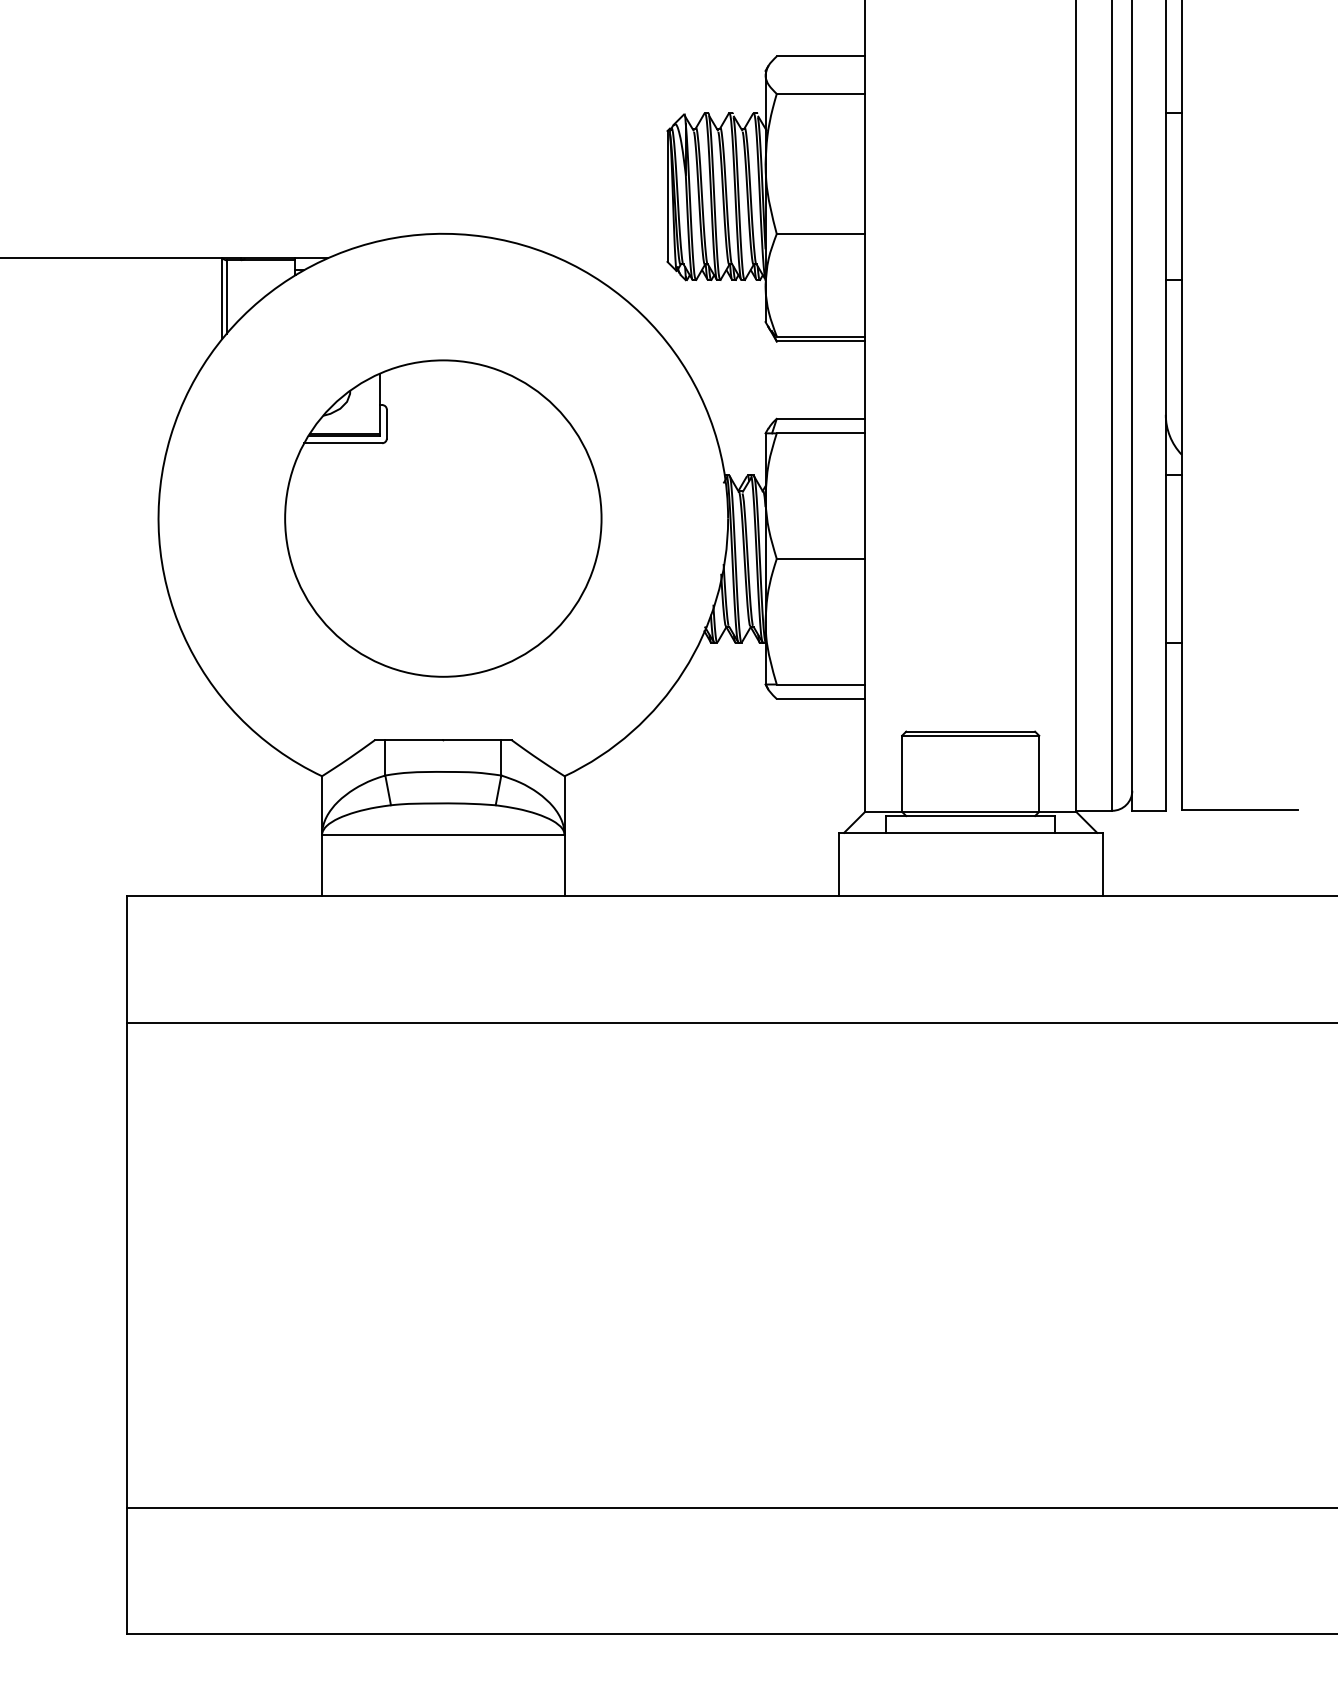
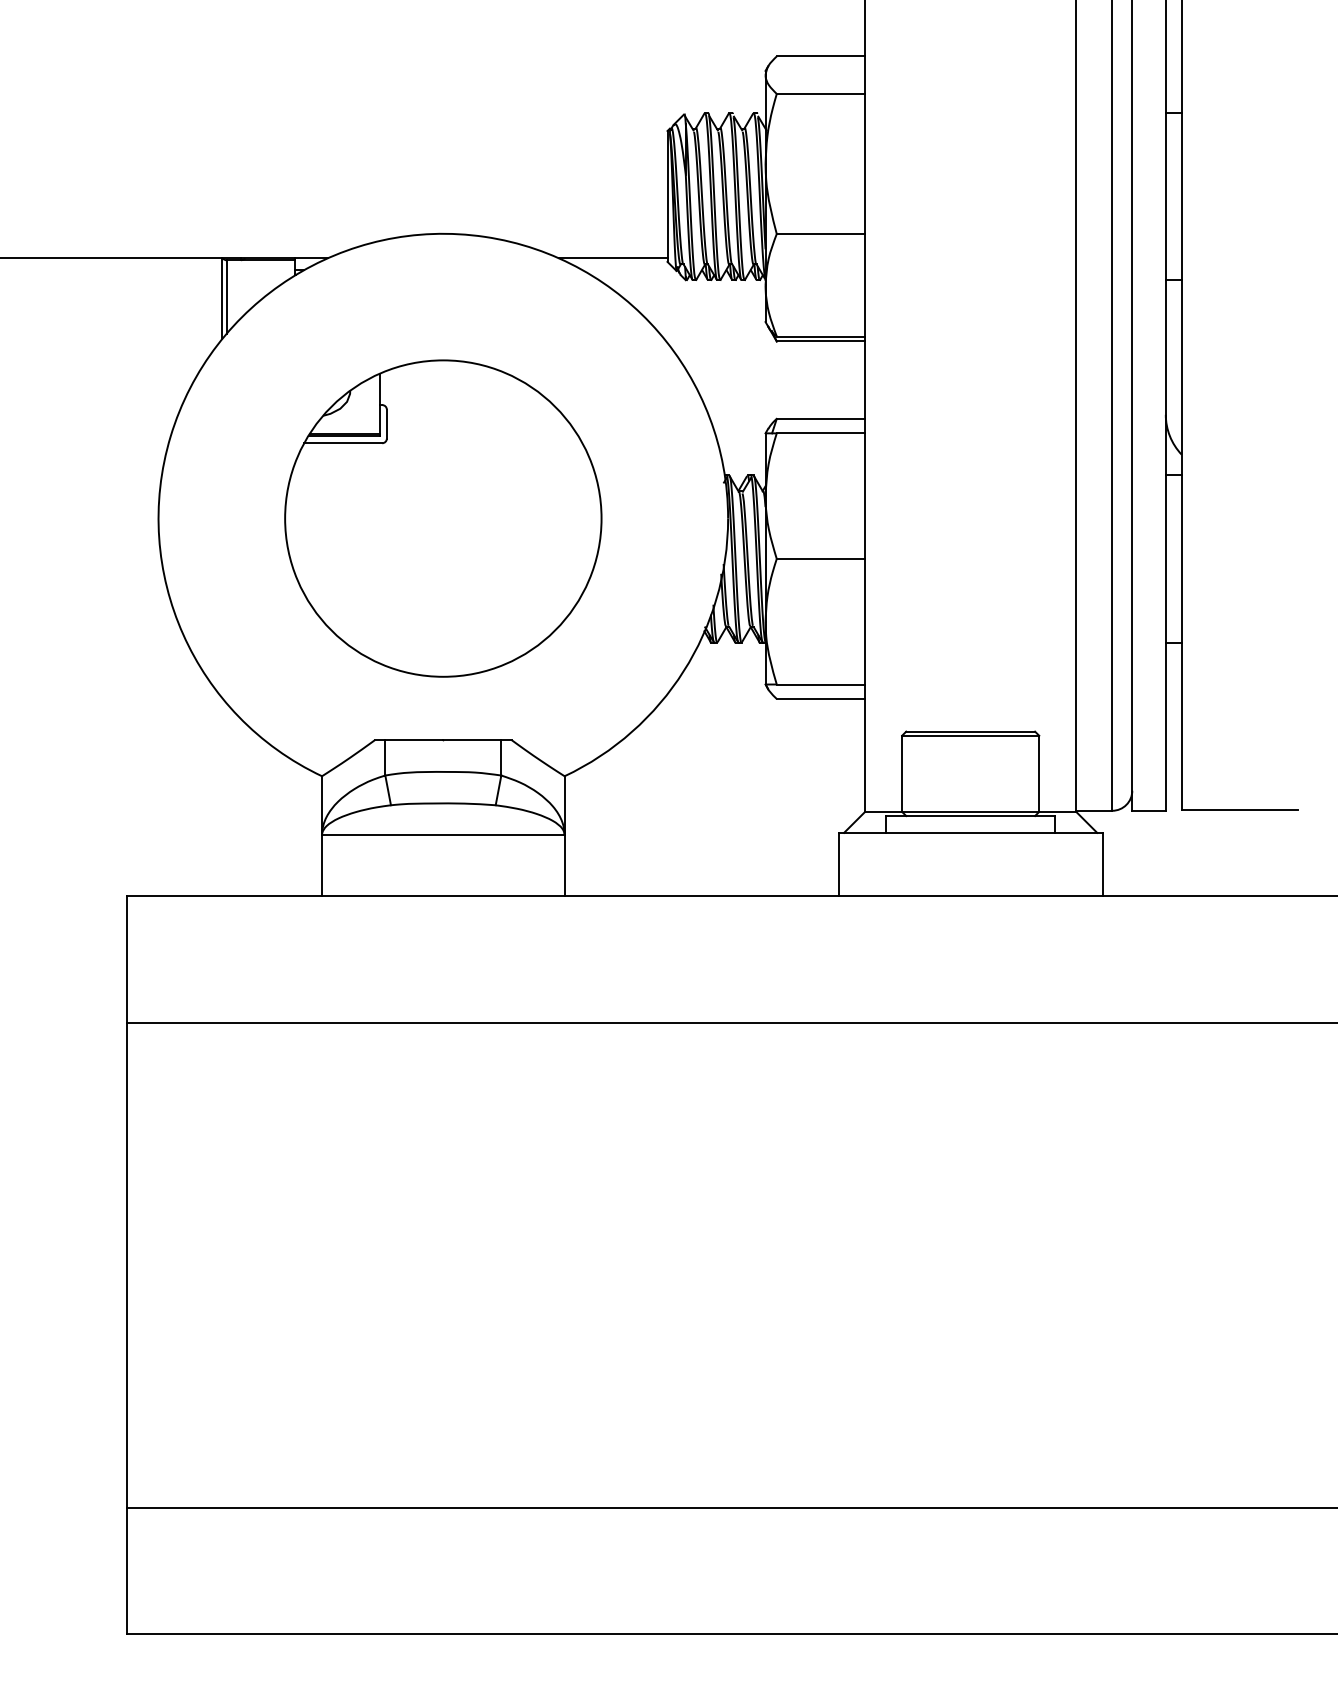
line at (612, 258): none -> present
